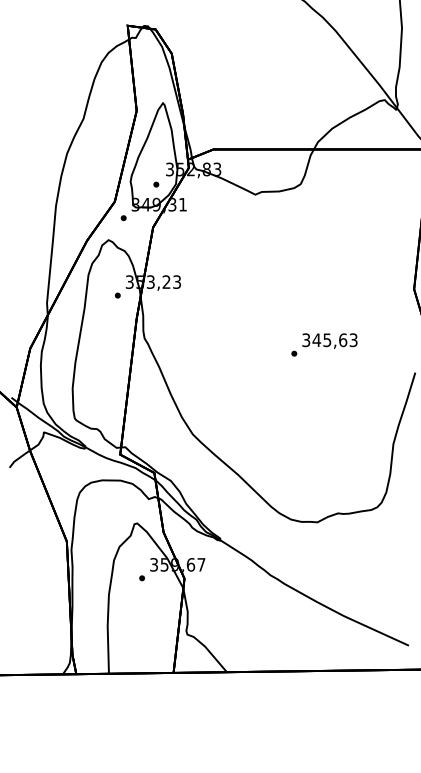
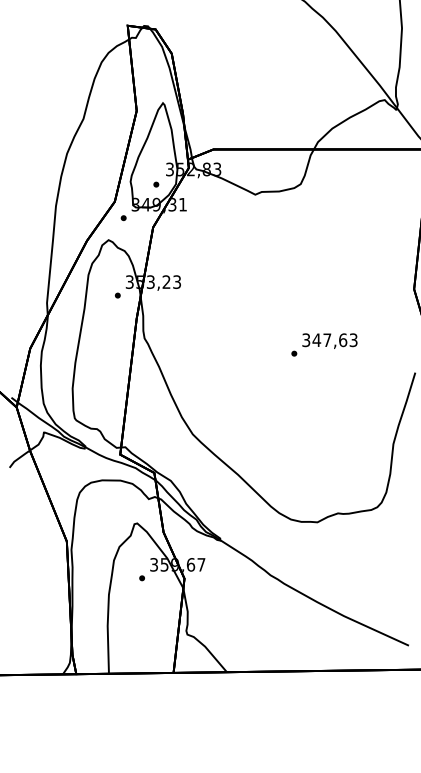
text at (327, 340): 345,63 -> 347,63
